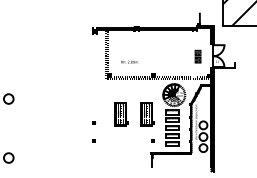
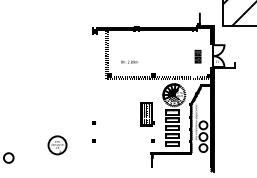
circle at (8, 98): present -> none
part at (121, 114): present -> none
part at (57, 145): none -> present
